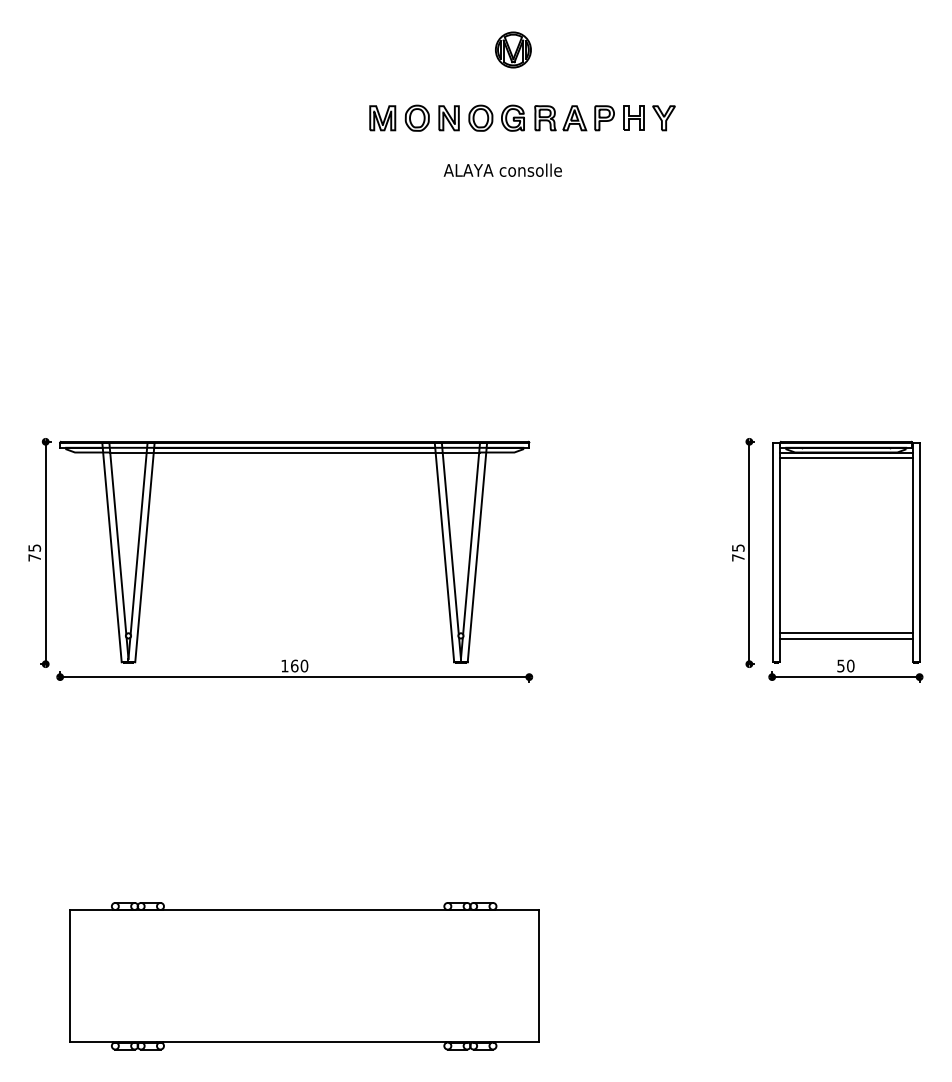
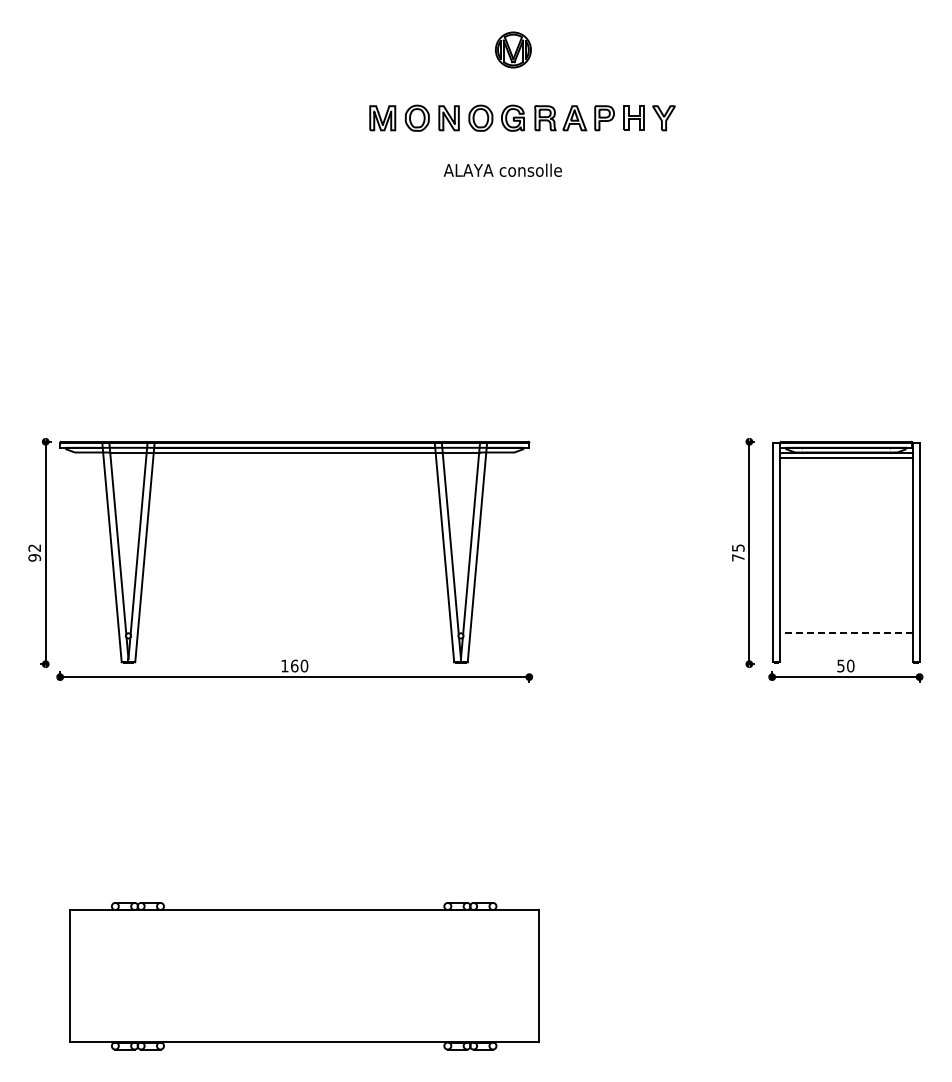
text at (34, 552): 75 -> 92
line at (845, 633): solid -> dashed
line at (845, 638): present -> none
